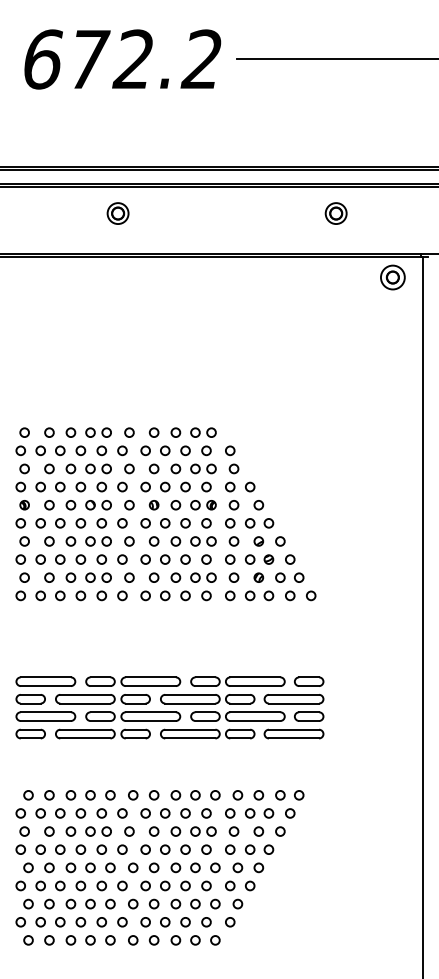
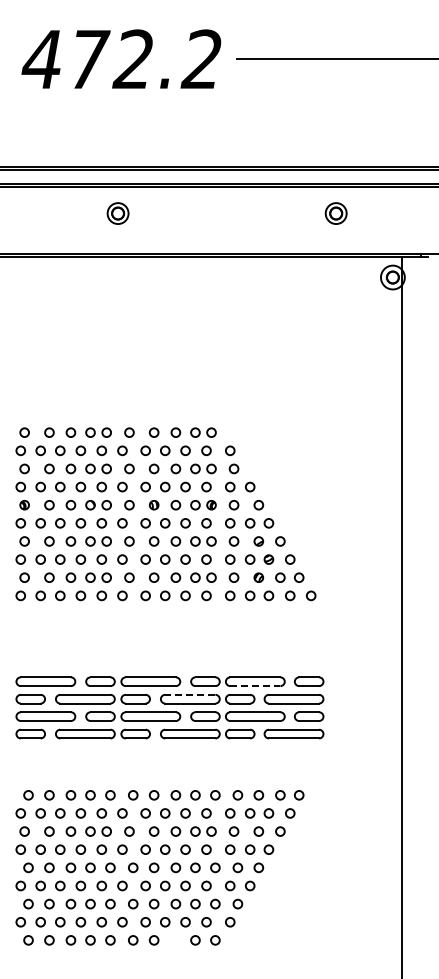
text at (41, 59): 672.2 -> 472.2
line at (423, 616) position: (423, 616) -> (402, 616)
line at (255, 686): solid -> dashed
line at (189, 694): solid -> dashed
circle at (175, 940): present -> none
